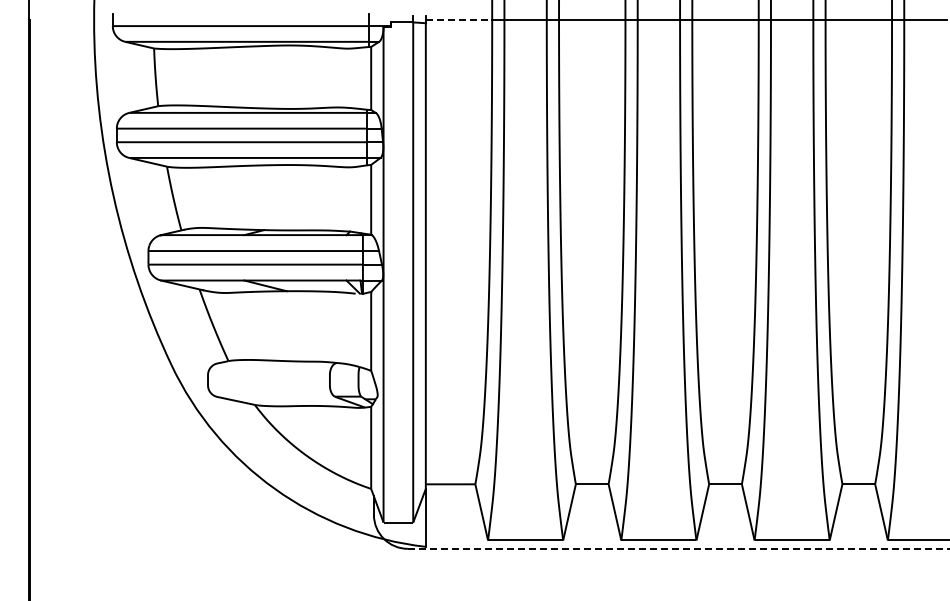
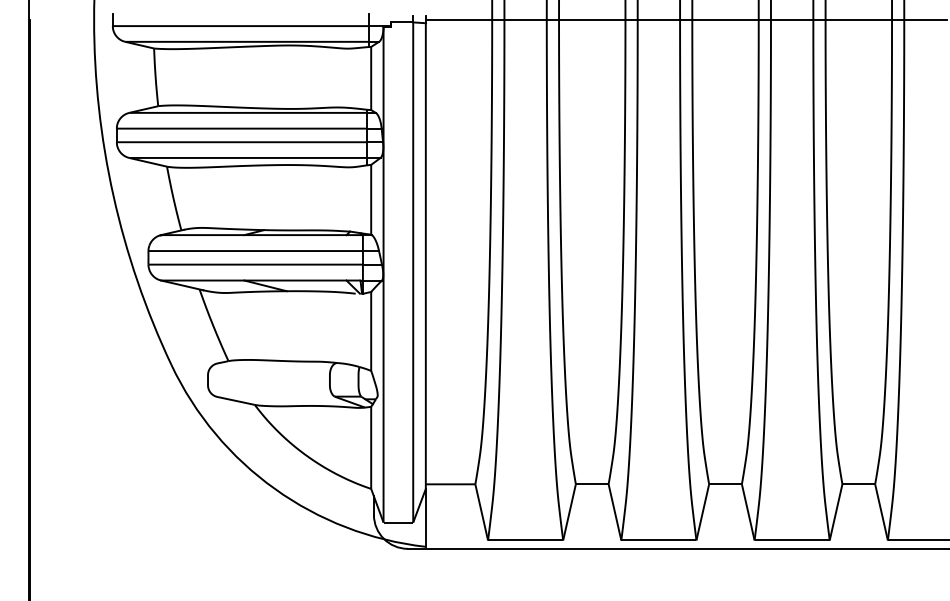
line at (459, 19): dashed -> solid
line at (678, 548): dashed -> solid
